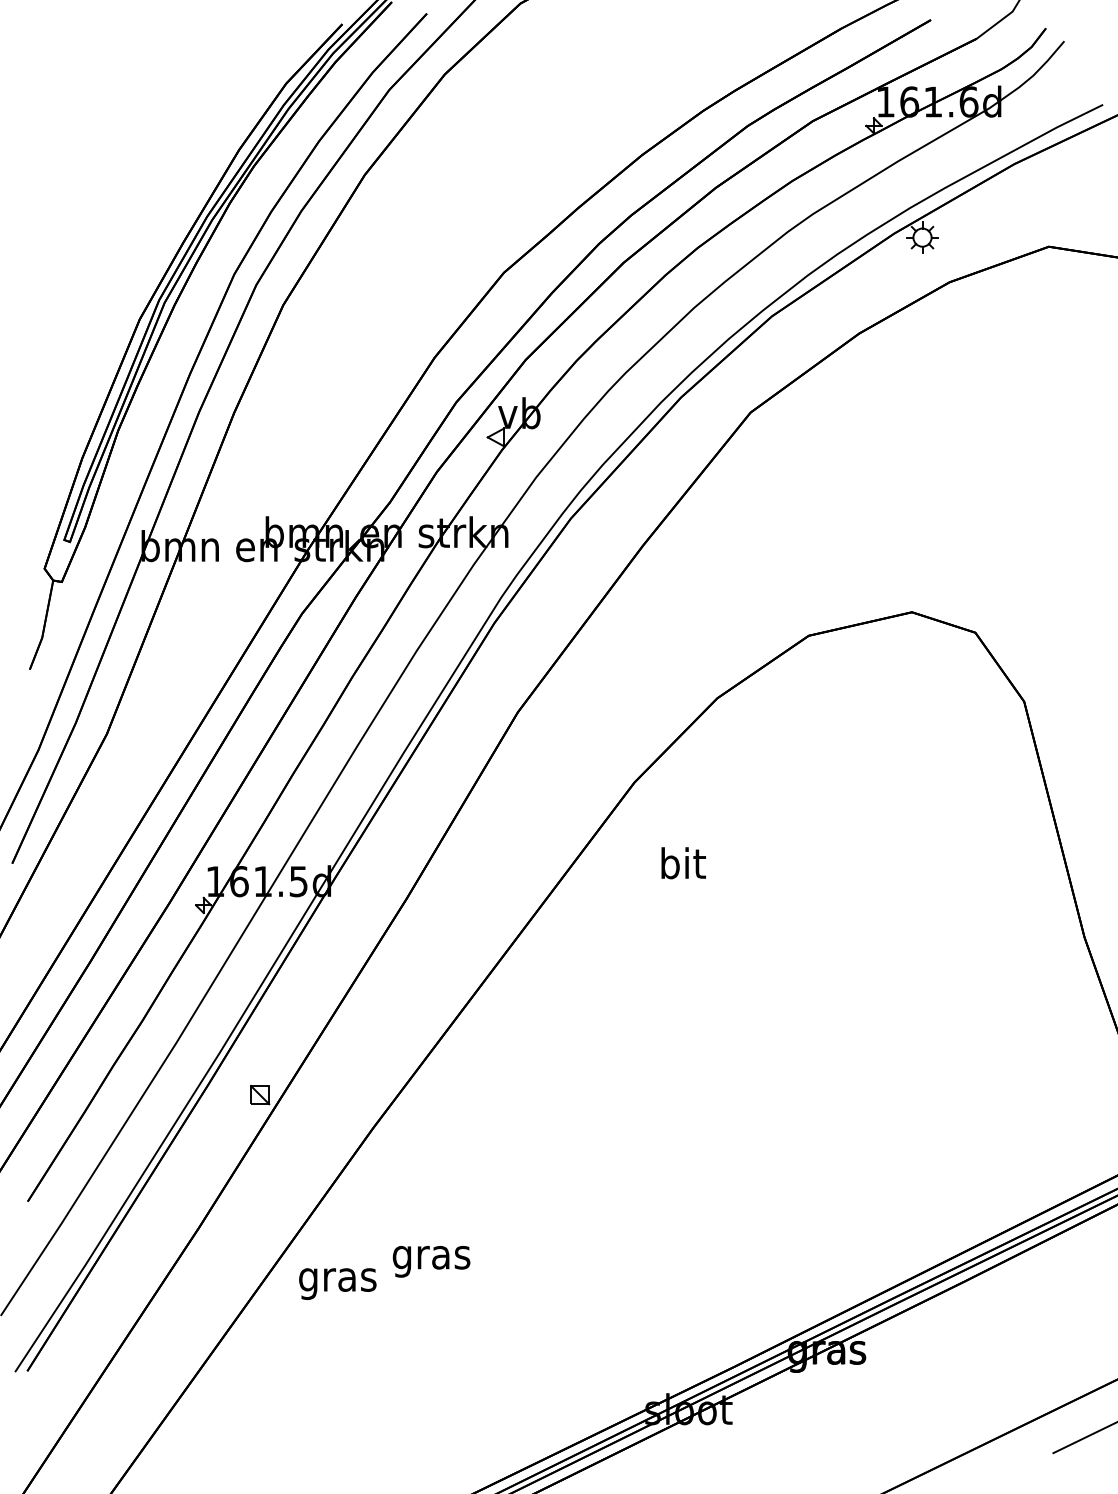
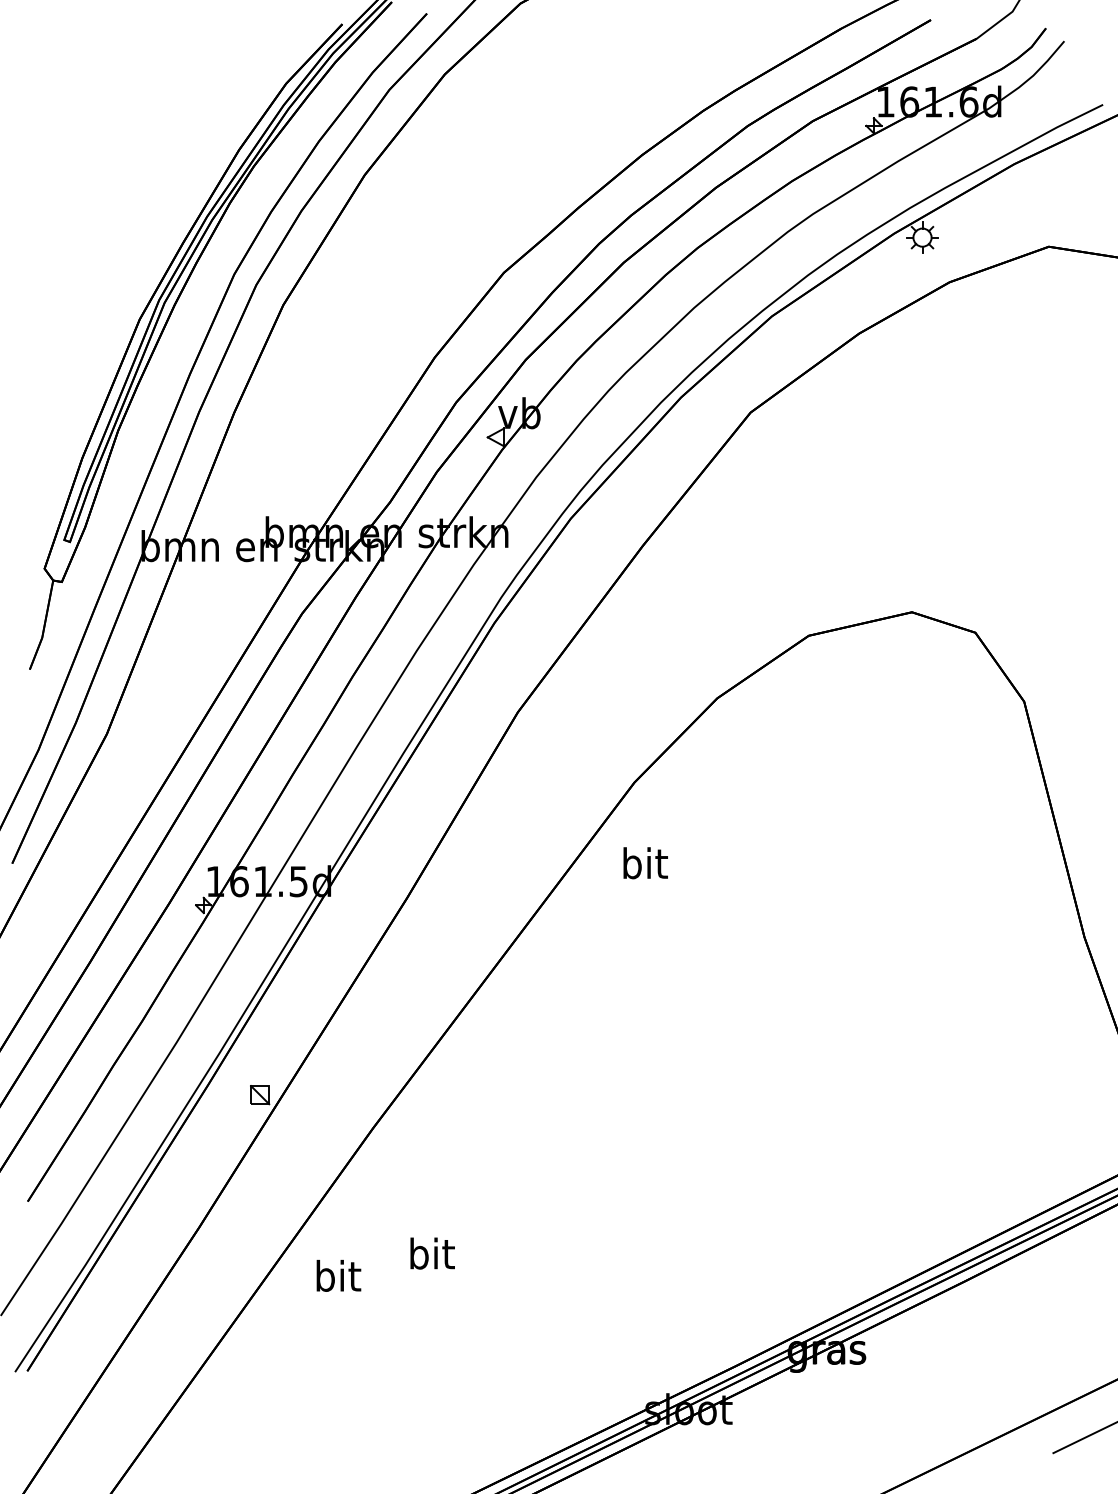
text at (683, 863) position: (683, 863) -> (645, 863)
text at (431, 1257): gras -> bit
text at (337, 1279): gras -> bit
